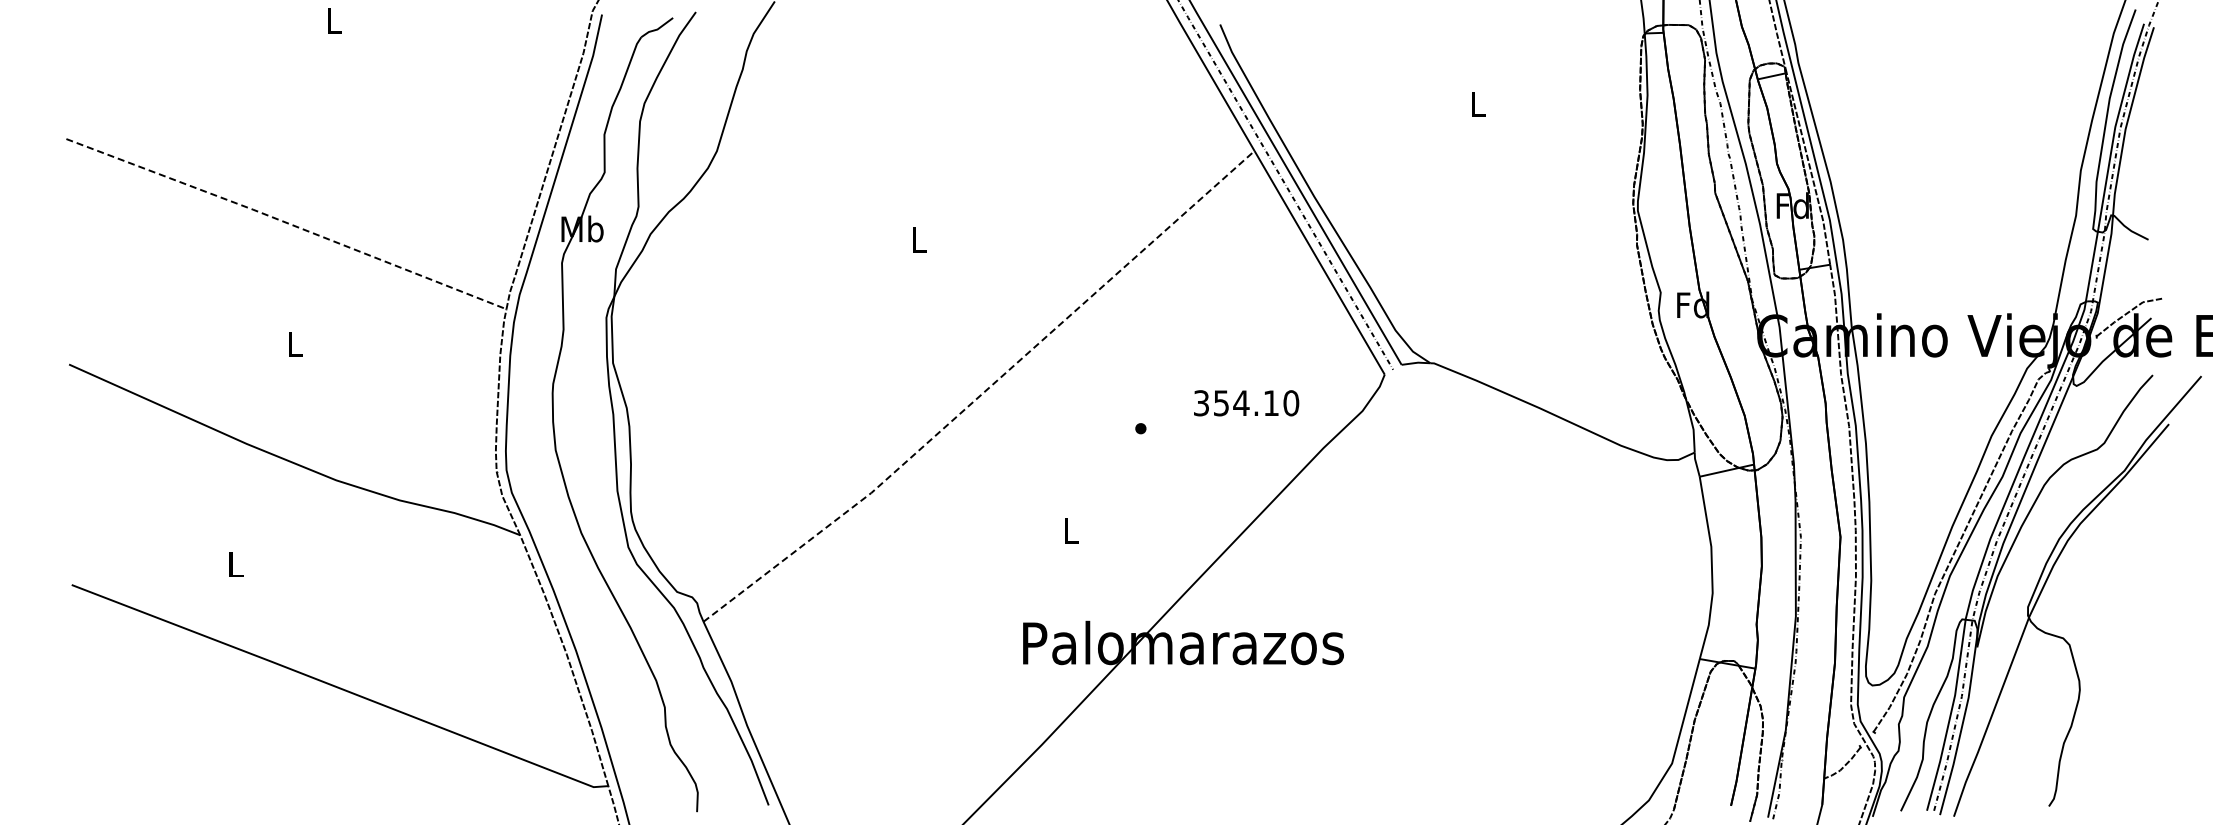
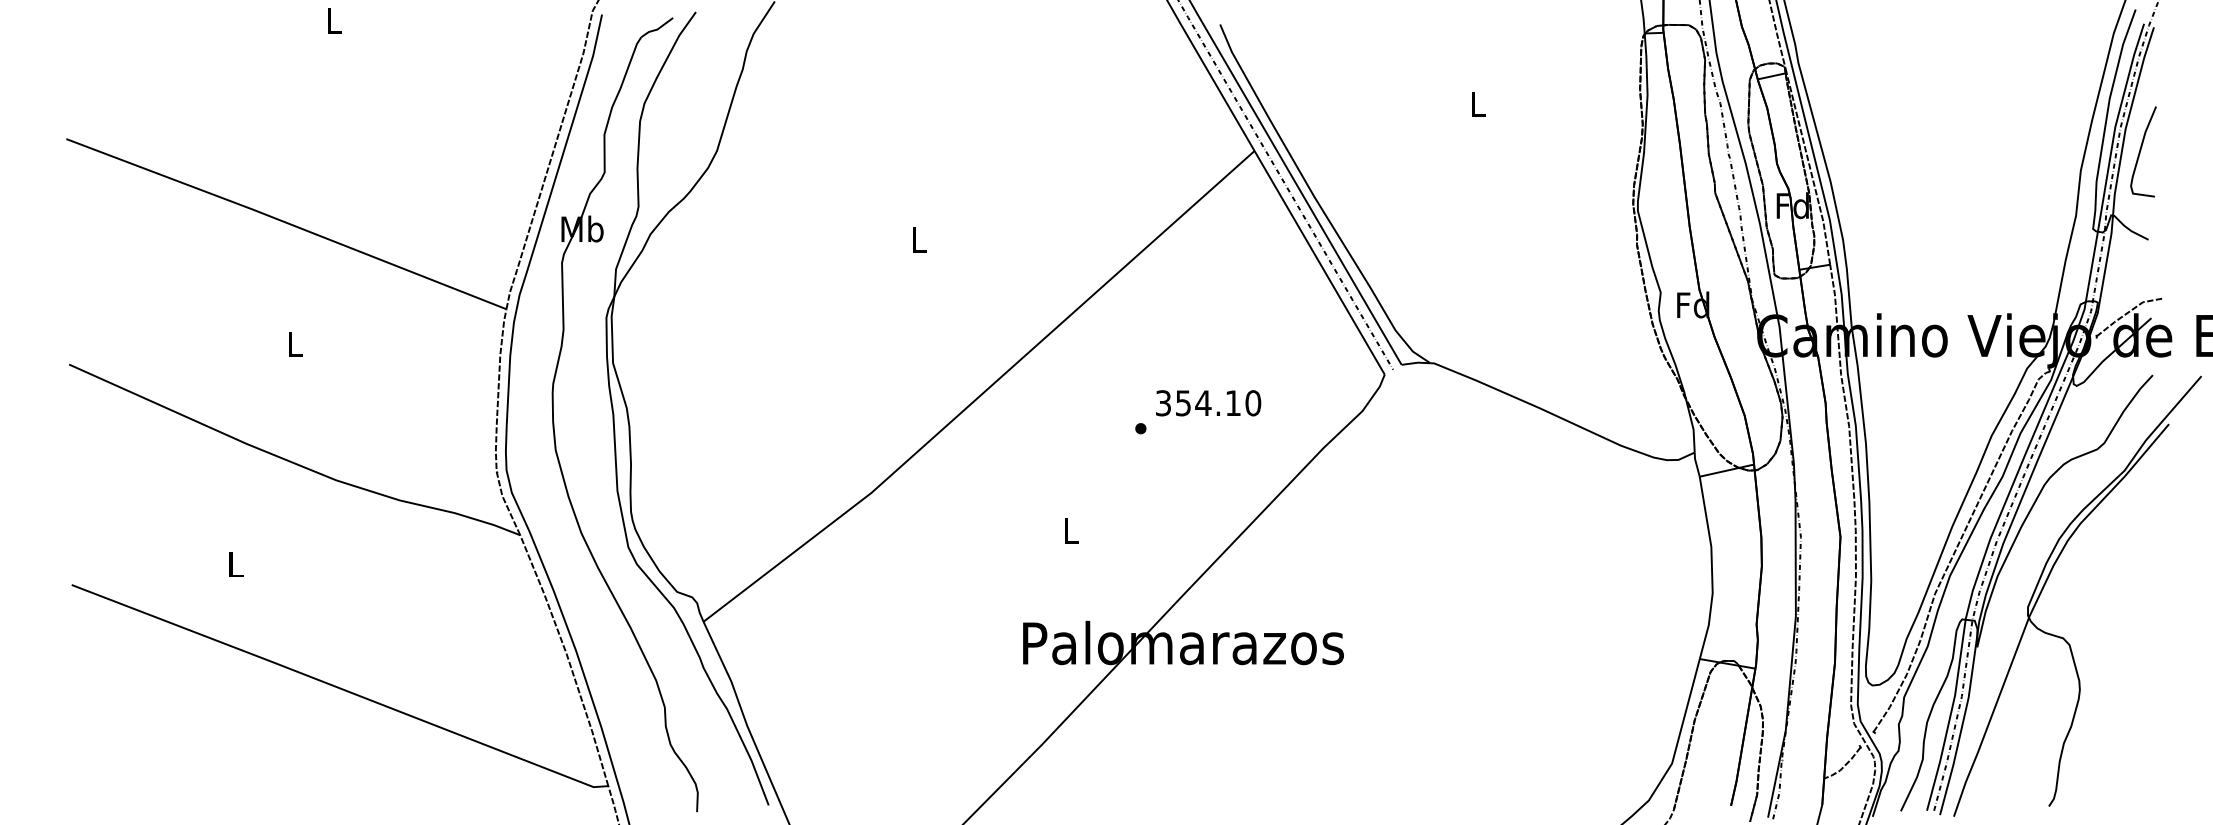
curve at (2141, 150): none -> present
line at (286, 222): dashed -> solid
line at (983, 392): dashed -> solid
text at (1246, 403) position: (1246, 403) -> (1208, 403)
